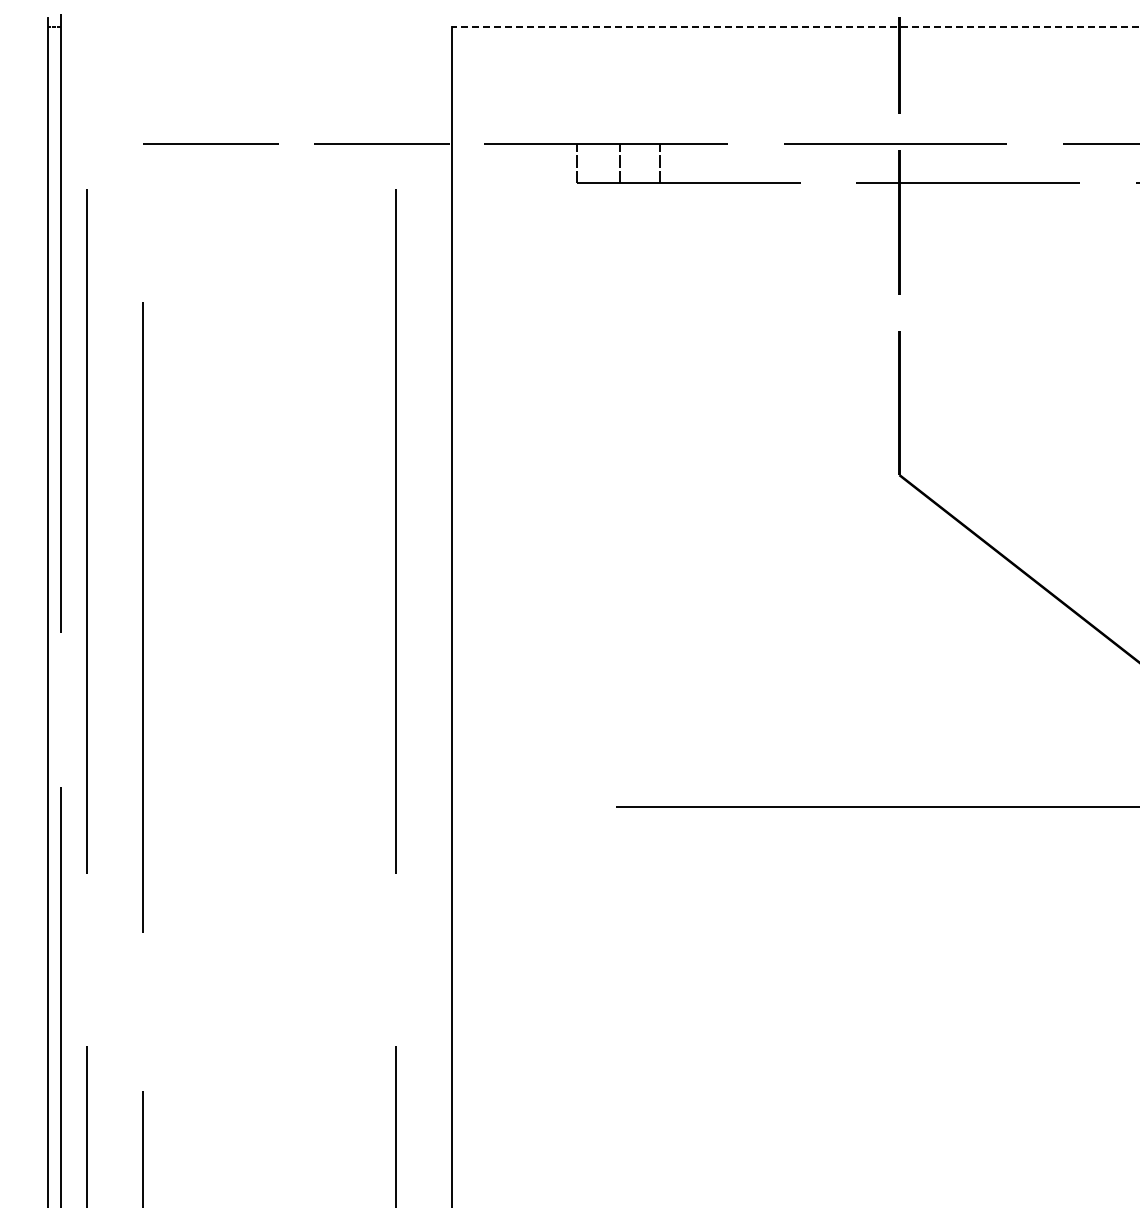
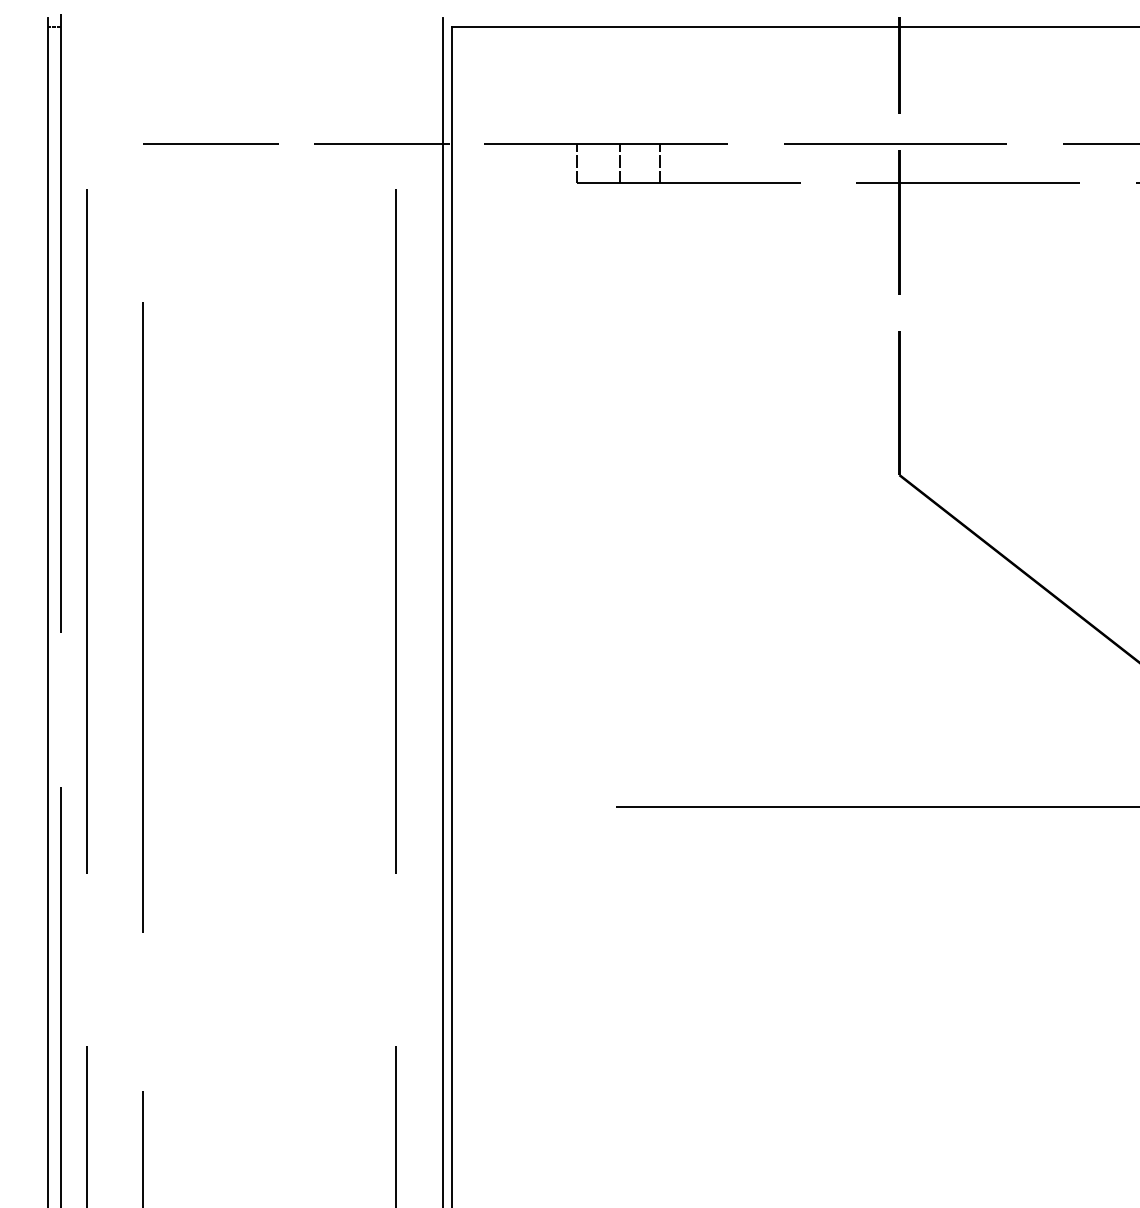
line at (795, 27): dashed -> solid
line at (442, 610): none -> present
